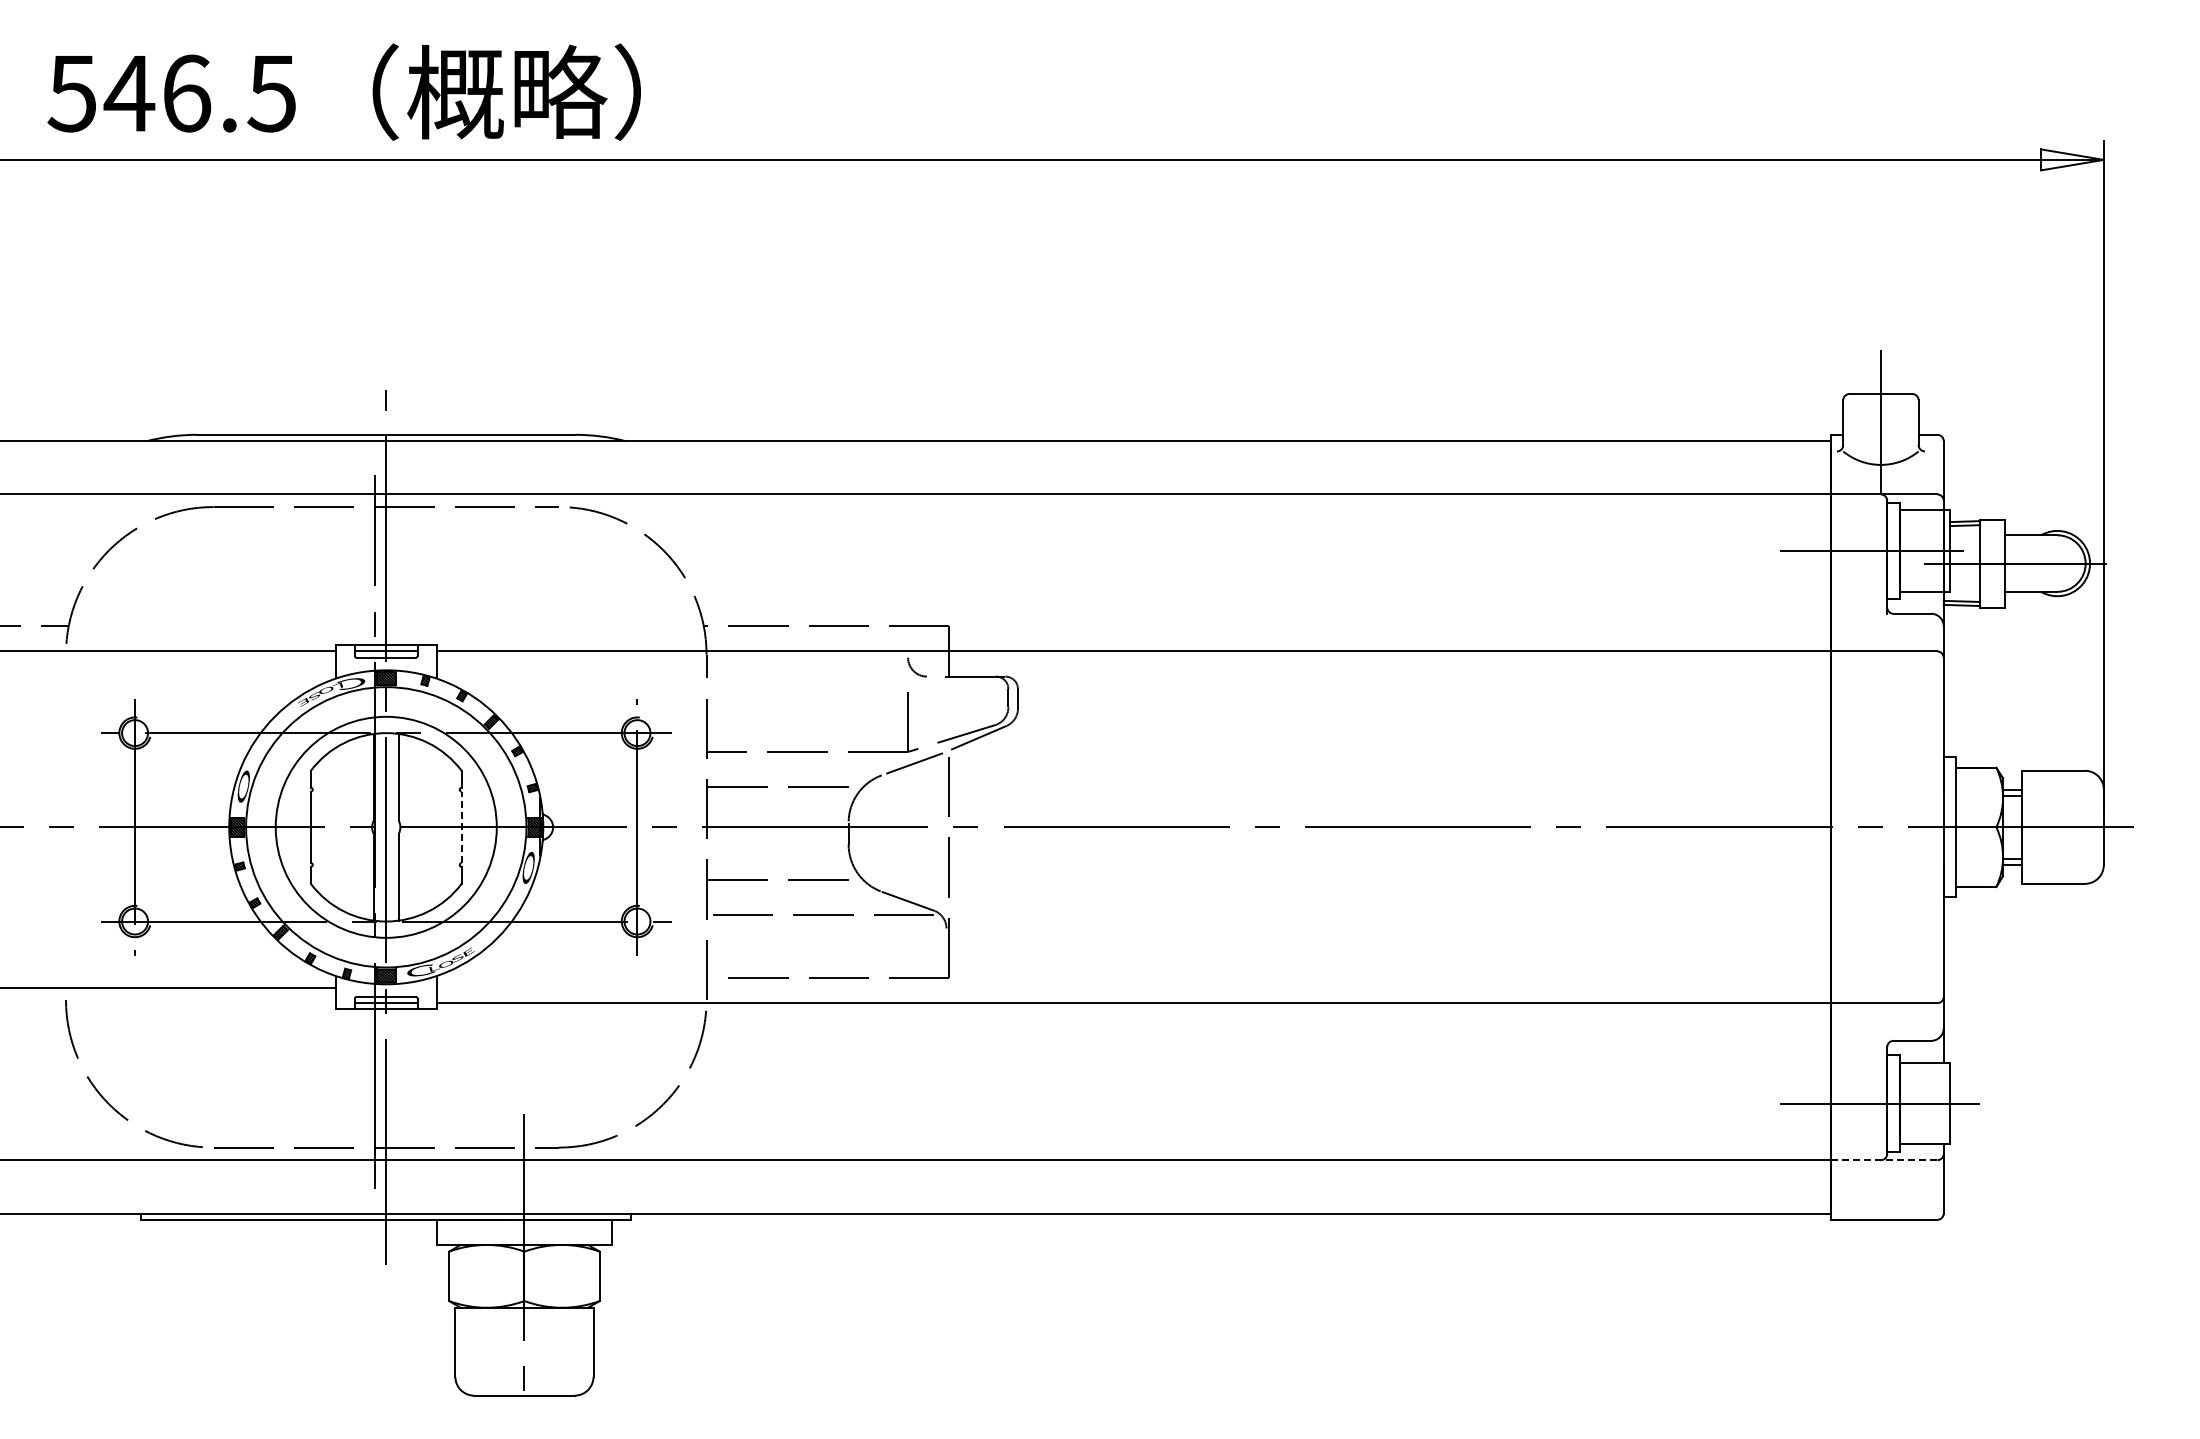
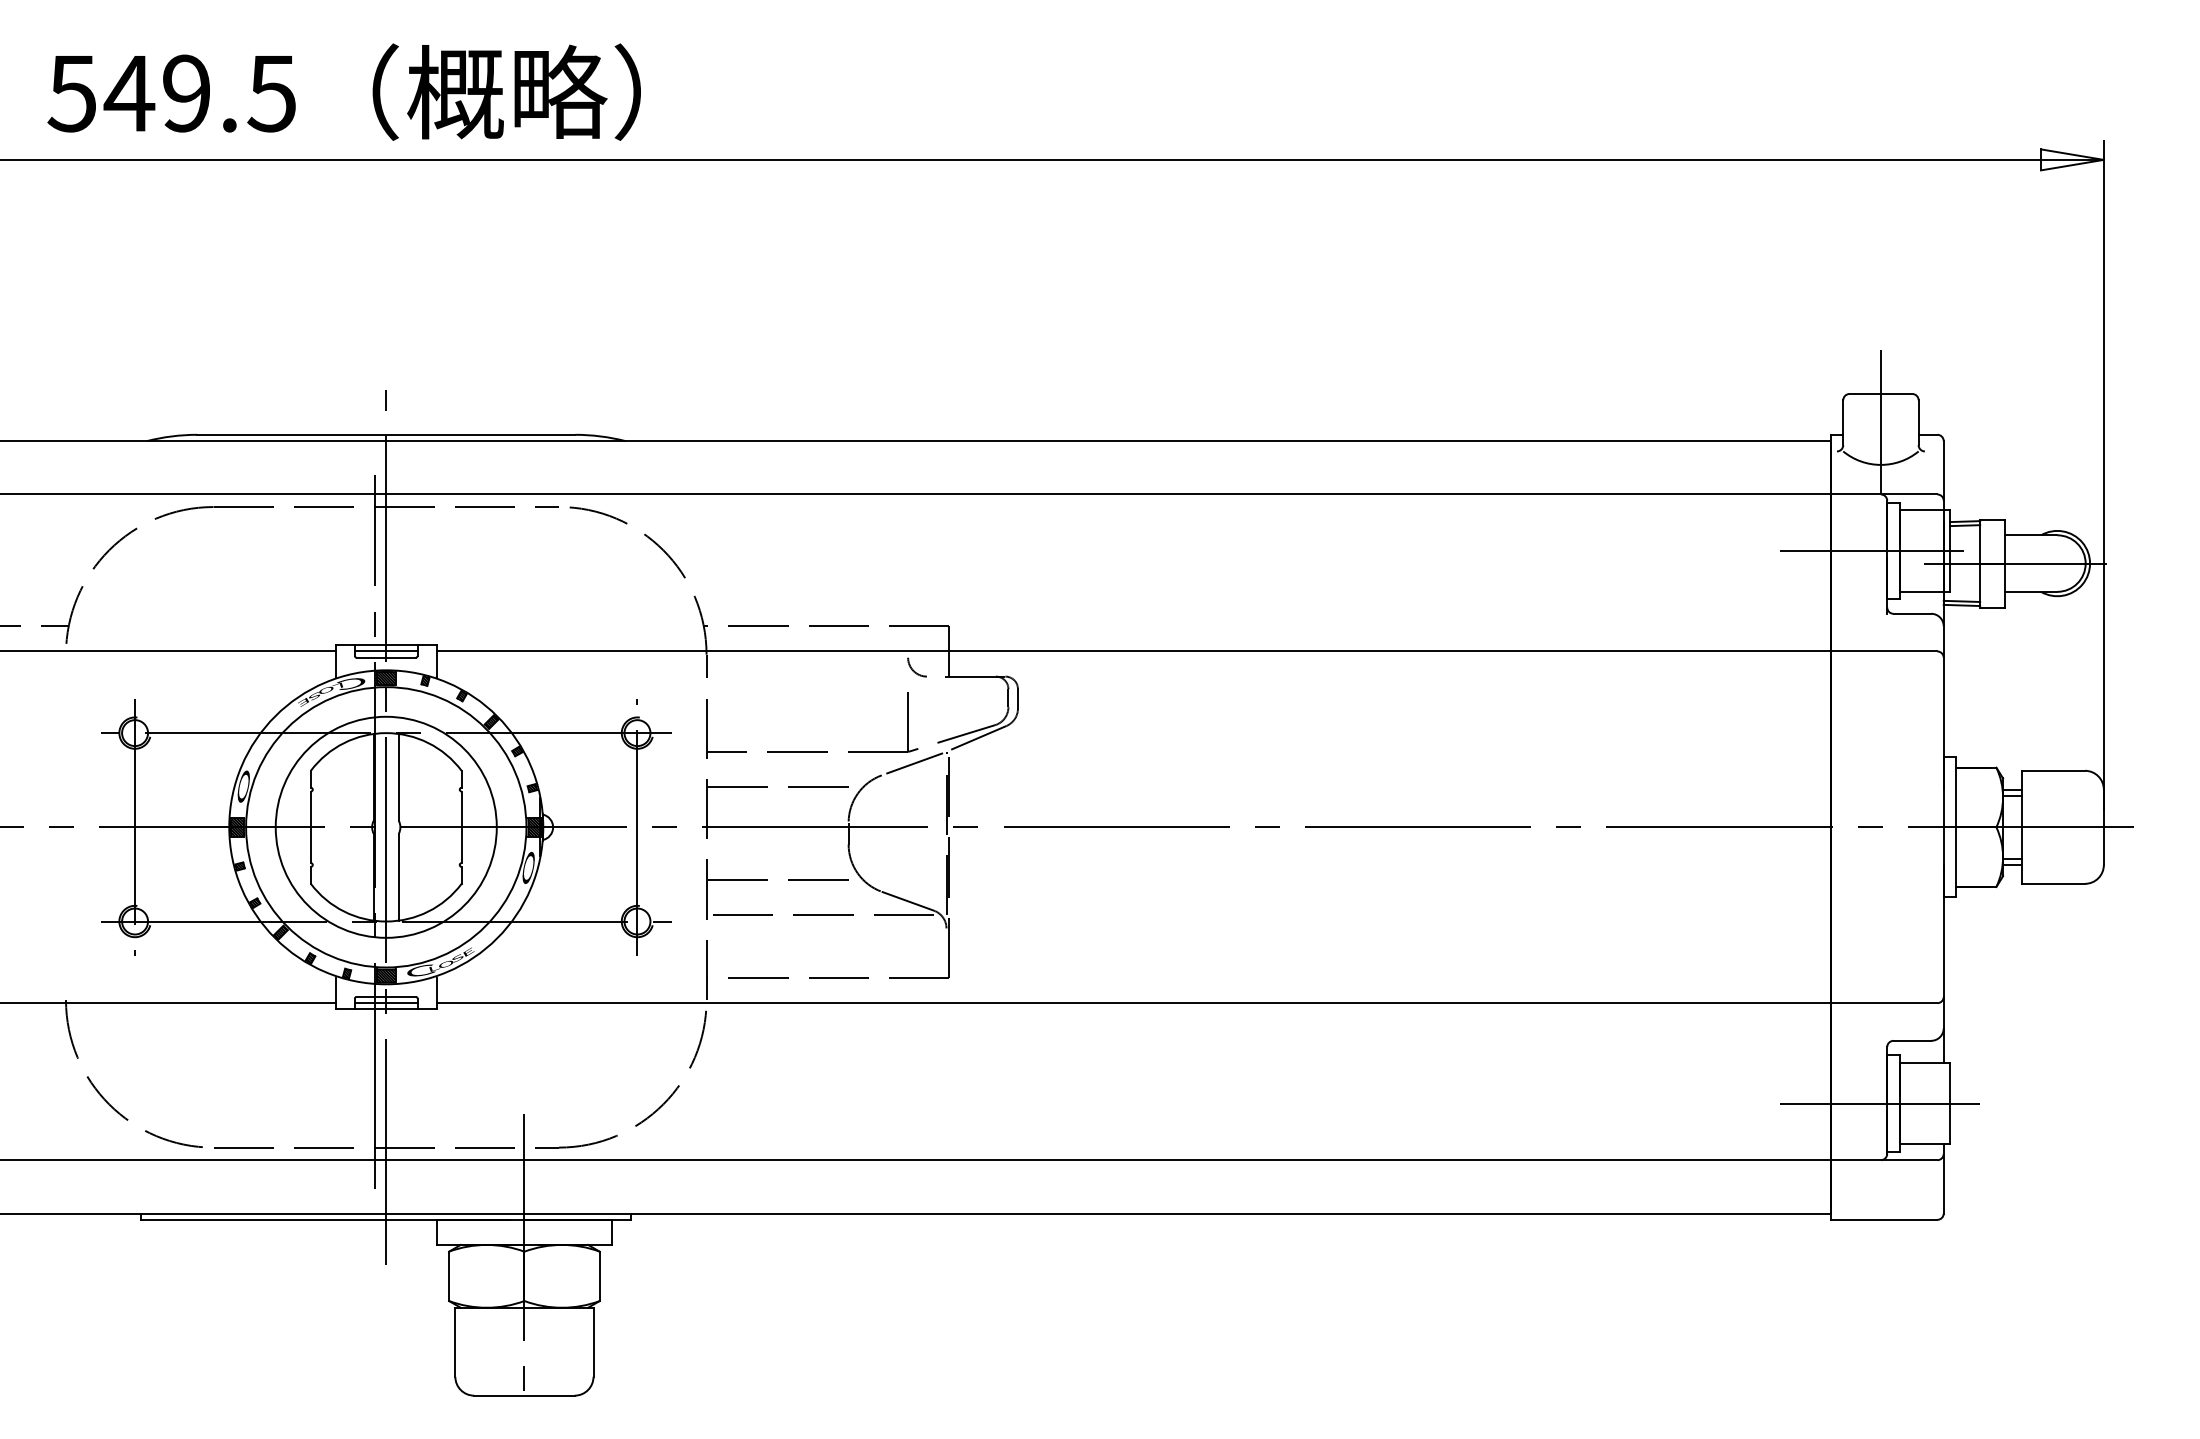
text at (187, 93): 546.5 -> 549.5
line at (461, 827): dashed -> solid
line at (946, 833): none -> present
line at (169, 988) position: (169, 988) -> (169, 1003)
line at (1883, 1160): dashed -> solid
